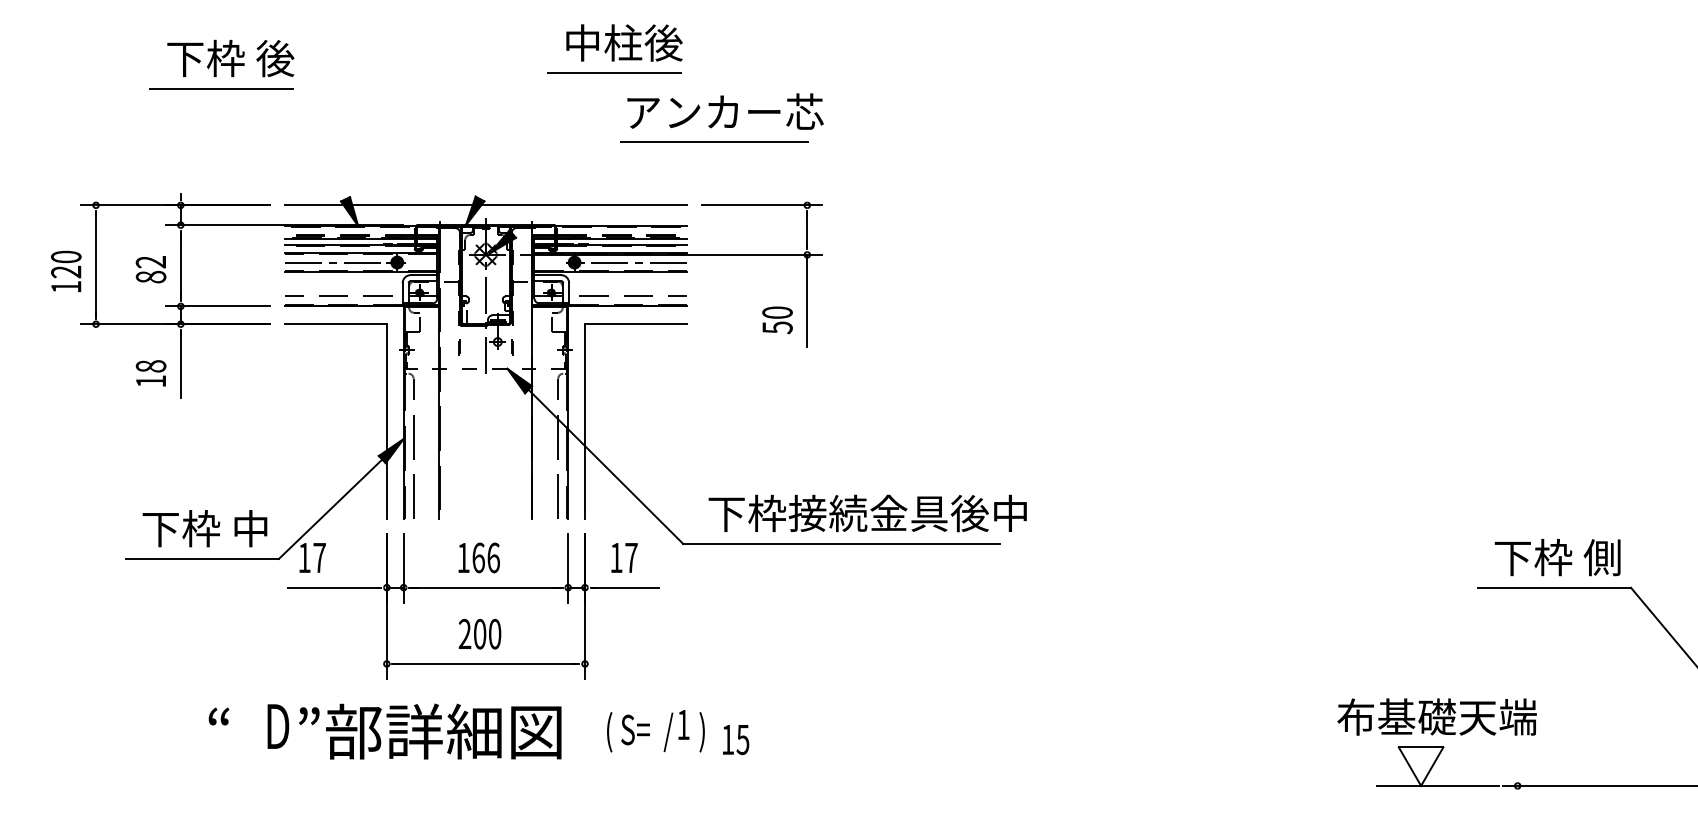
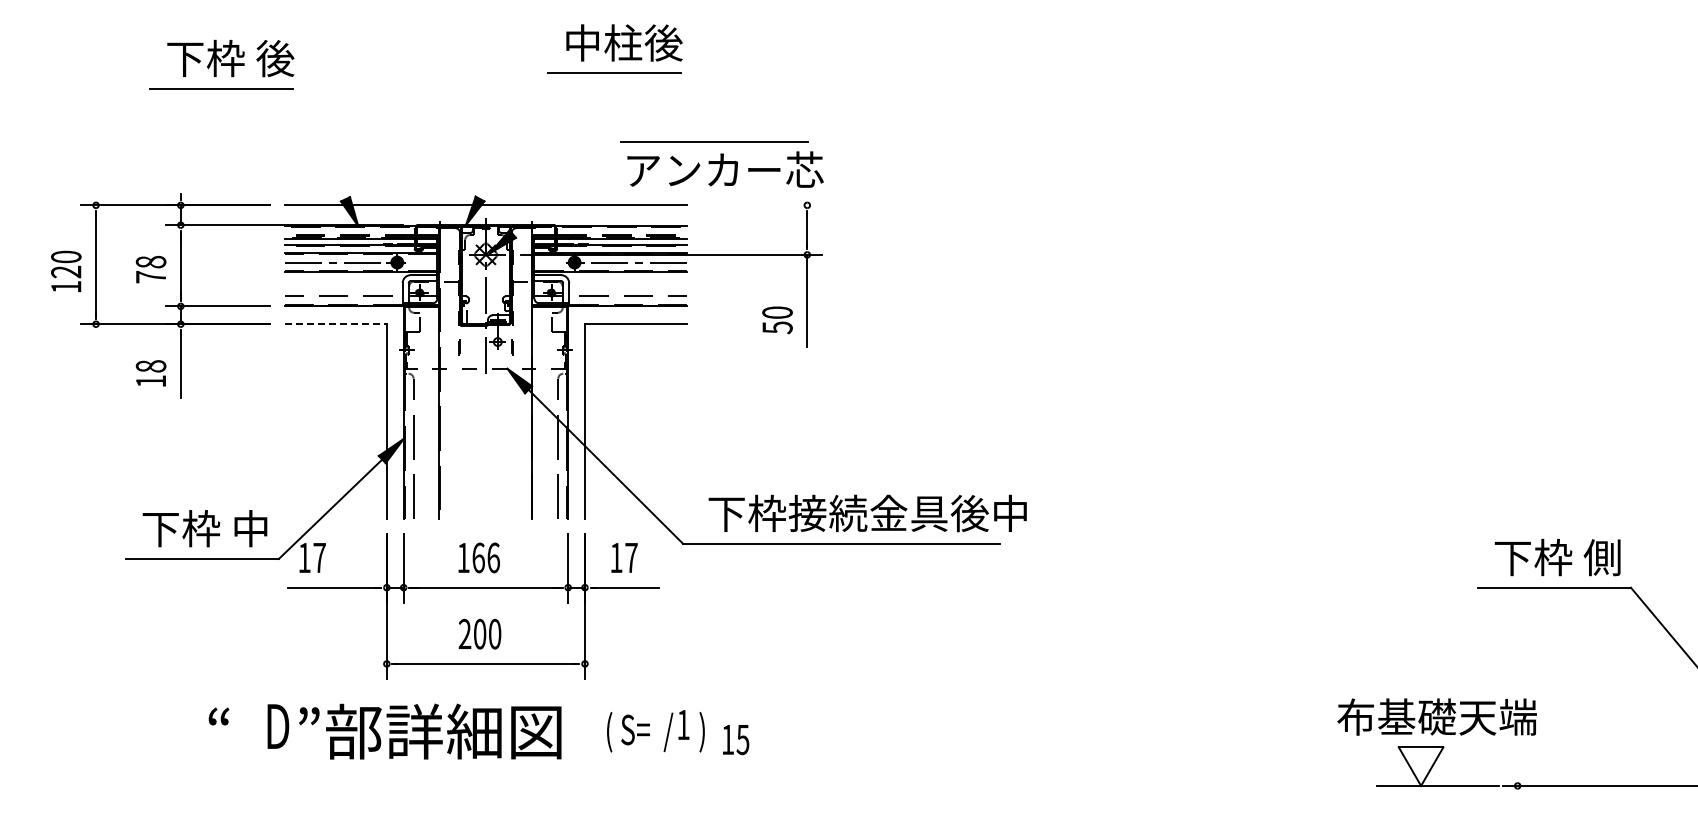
text at (725, 111) position: (725, 111) -> (725, 169)
line at (762, 205): present -> none
text at (150, 269): 82 -> 78
line at (336, 324): solid -> dashed
